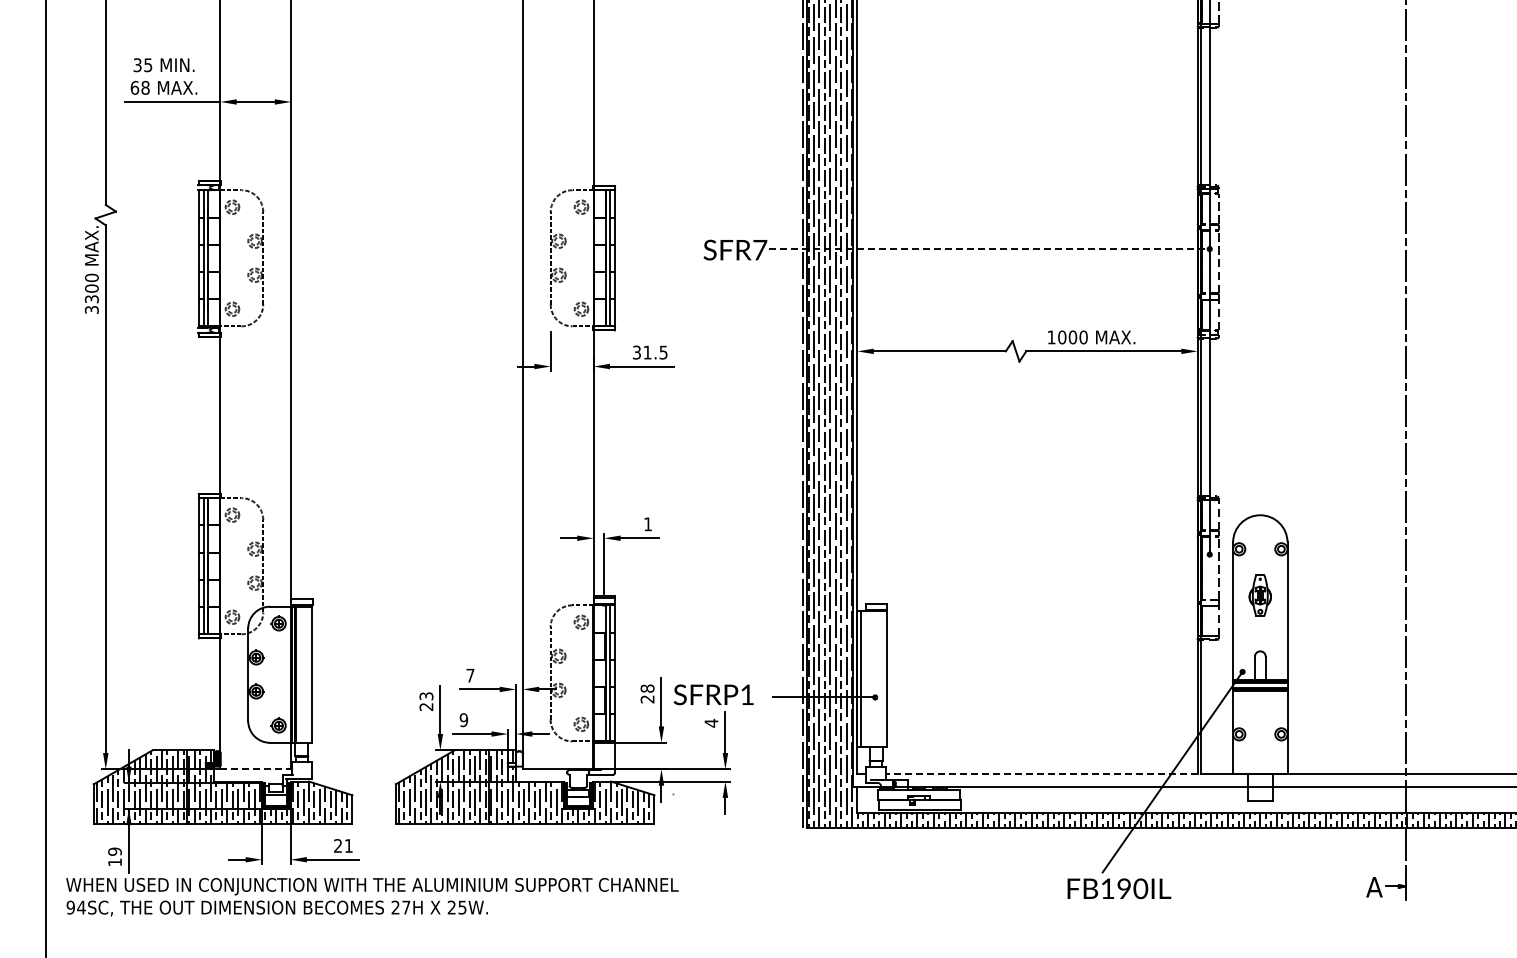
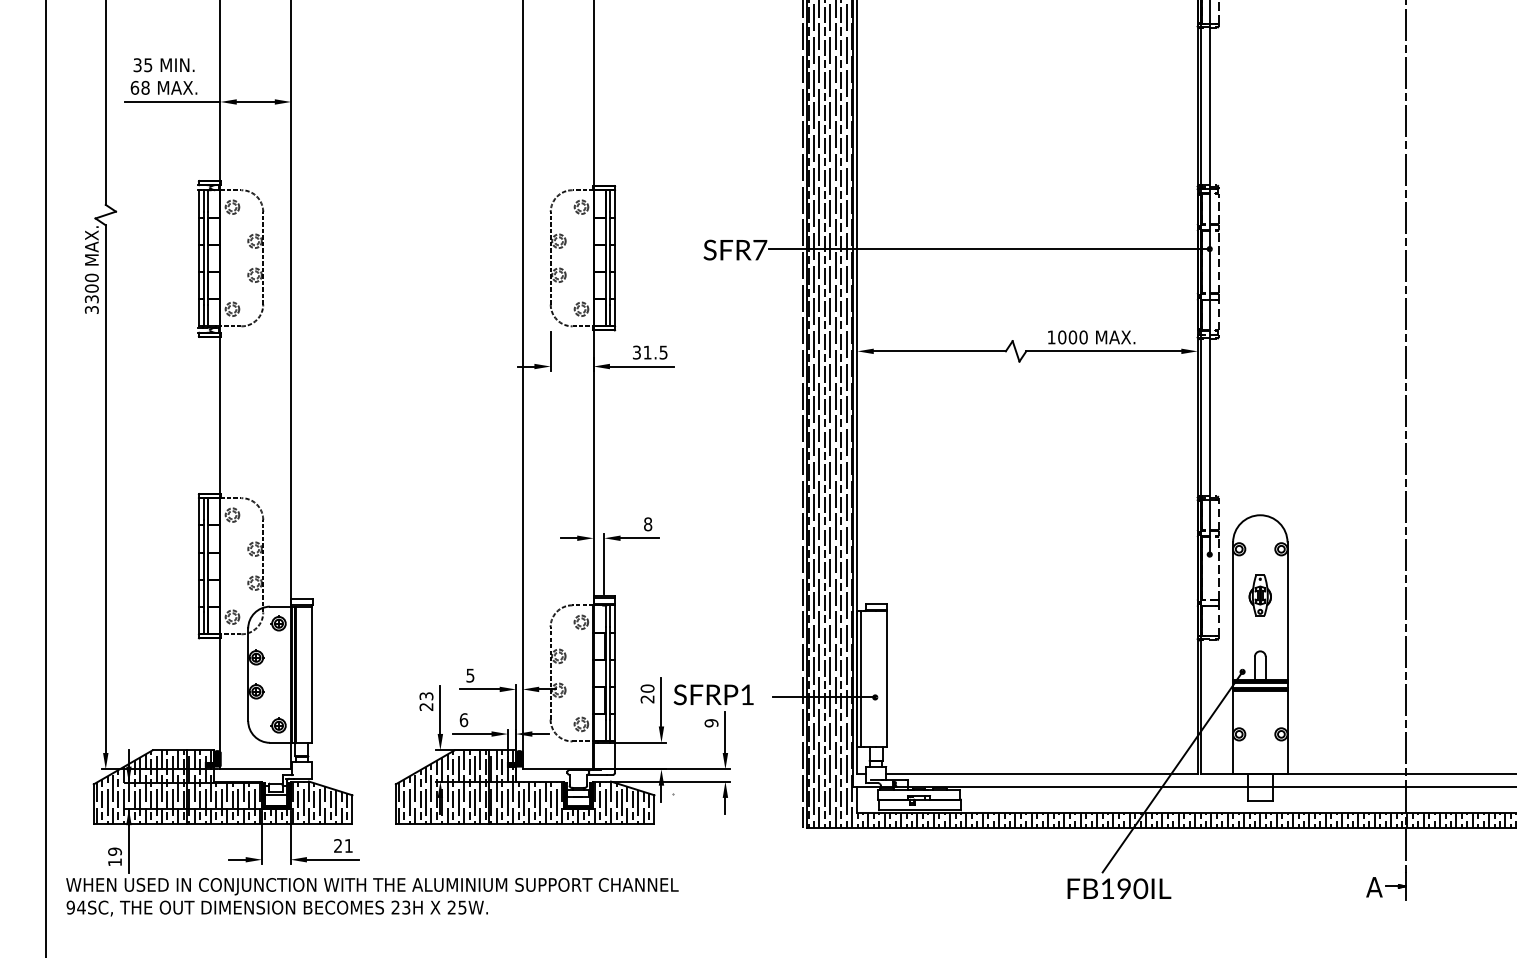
line at (989, 249): dashed -> solid
text at (648, 524): 1 -> 8
text at (470, 675): 7 -> 5
text at (647, 688): 28 -> 20
text at (463, 720): 9 -> 6
text at (711, 722): 4 -> 9
fill at (514, 758): none -> present
line at (256, 769): dashed -> solid
line at (1042, 773): dashed -> solid
text at (406, 907): 27H -> 23H
